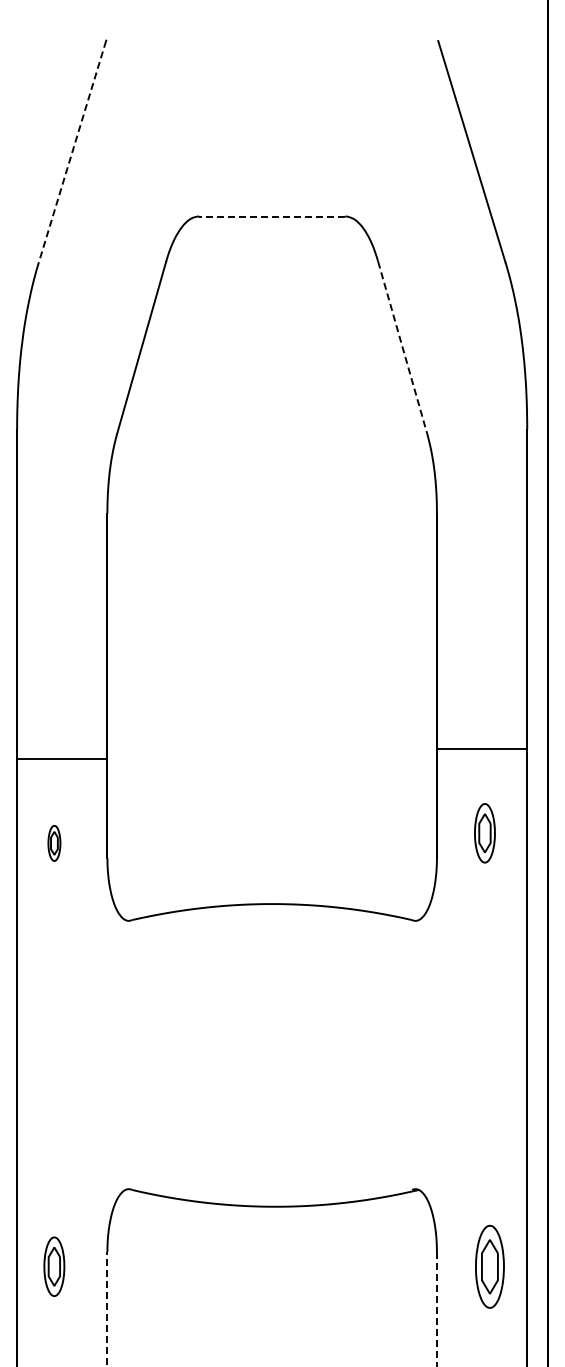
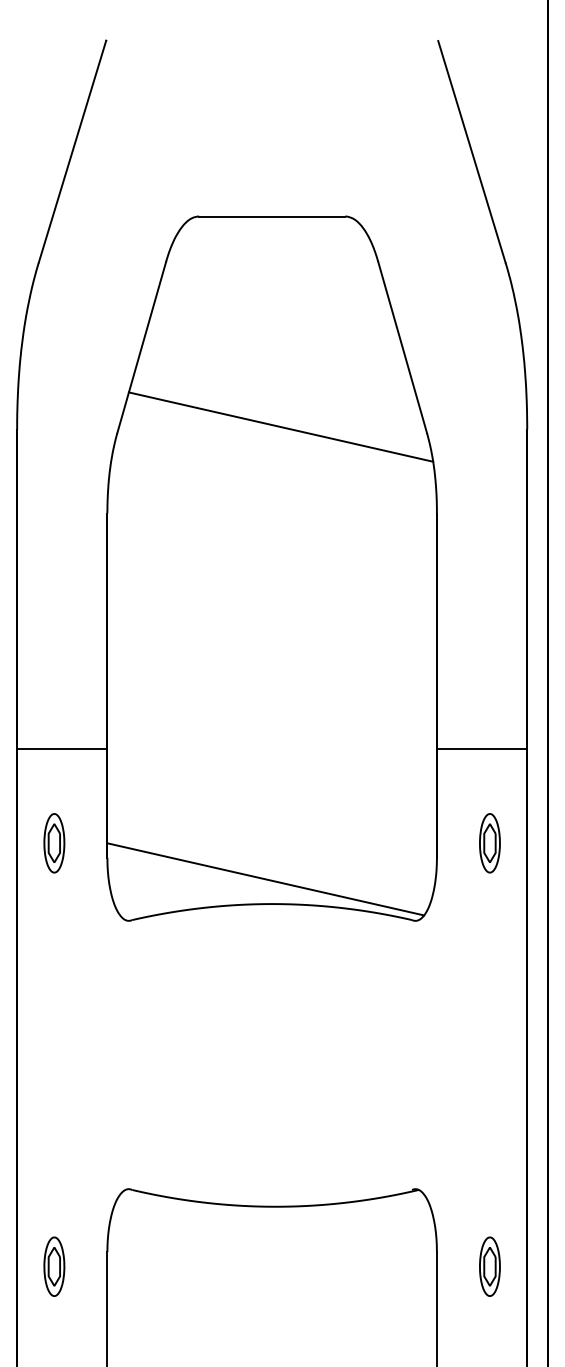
line at (72, 151): dashed -> solid
line at (272, 216): dashed -> solid
line at (402, 347): dashed -> solid
line at (280, 426): none -> present
line at (62, 758) position: (62, 758) -> (62, 748)
part at (484, 833) position: (484, 833) -> (489, 843)
part at (54, 842) size: 15x38 px -> 23x61 px
line at (265, 879): none -> present
part at (489, 1266) size: 30x85 px -> 22x61 px
line at (107, 1308): dashed -> solid
line at (436, 1309): dashed -> solid
